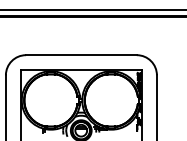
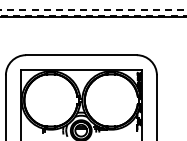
line at (93, 9): solid -> dashed
line at (93, 15): solid -> dashed
